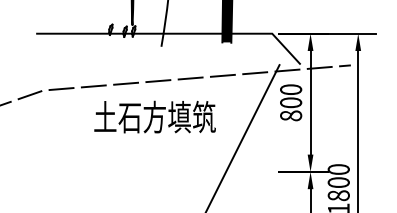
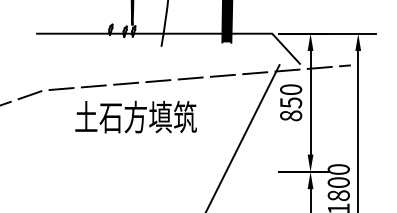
text at (291, 102): 800 -> 850
text at (154, 116) position: (154, 116) -> (135, 116)
